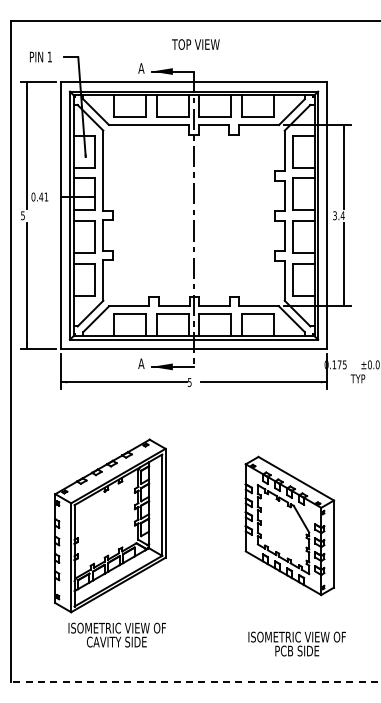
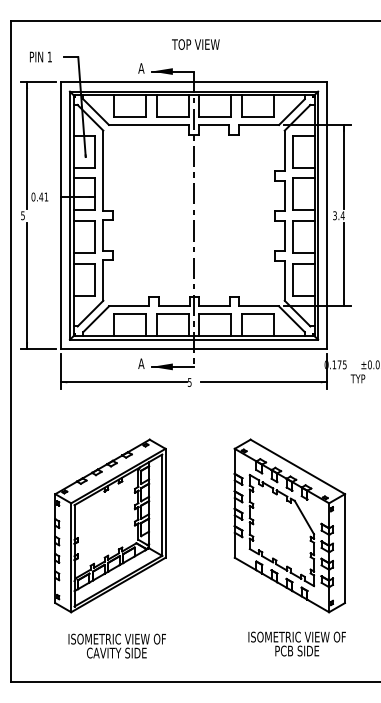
part at (289, 525) size: 92x142 px -> 114x176 px
text at (116, 634) position: (116, 634) -> (116, 645)
line at (195, 681): dashed -> solid
